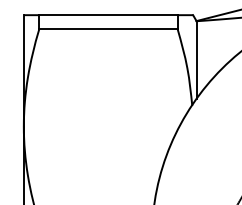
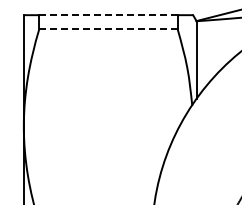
line at (108, 15): solid -> dashed
line at (107, 29): solid -> dashed
